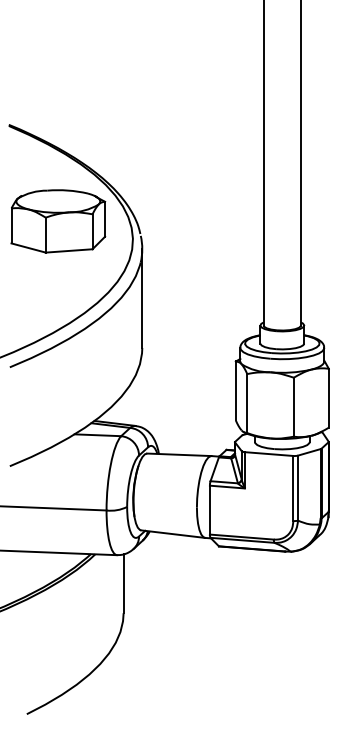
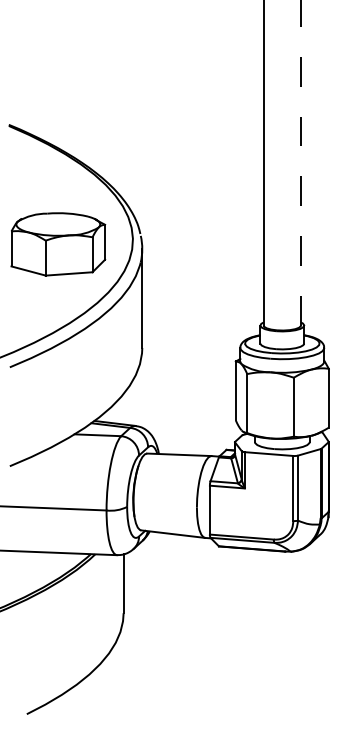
line at (300, 162): solid -> dashed
part at (58, 221) position: (58, 221) -> (58, 244)
